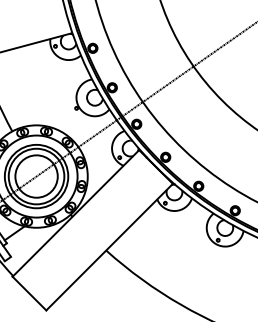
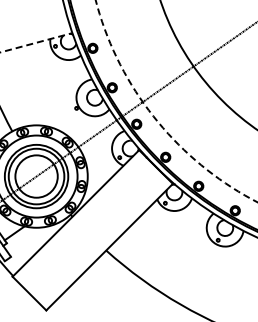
line at (35, 42): solid -> dashed
arc at (155, 119): solid -> dashed
